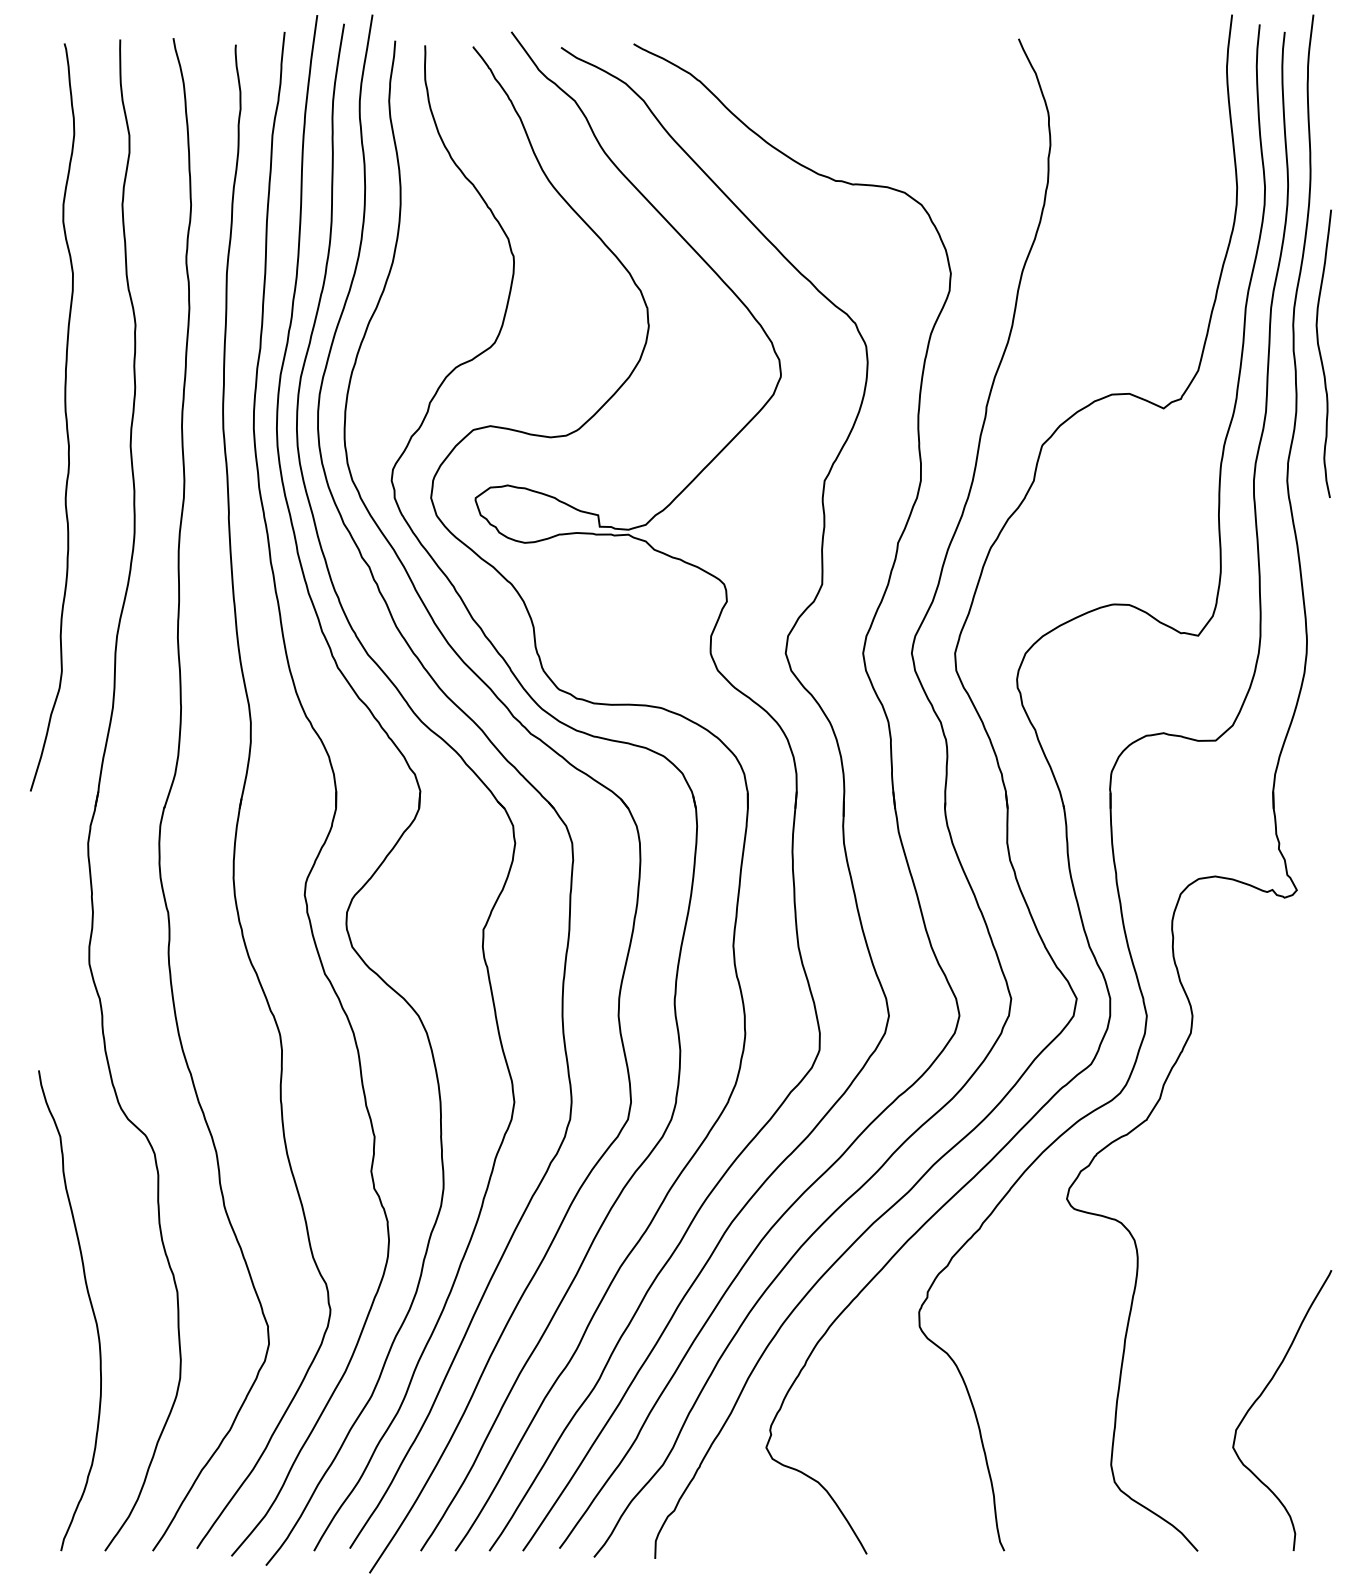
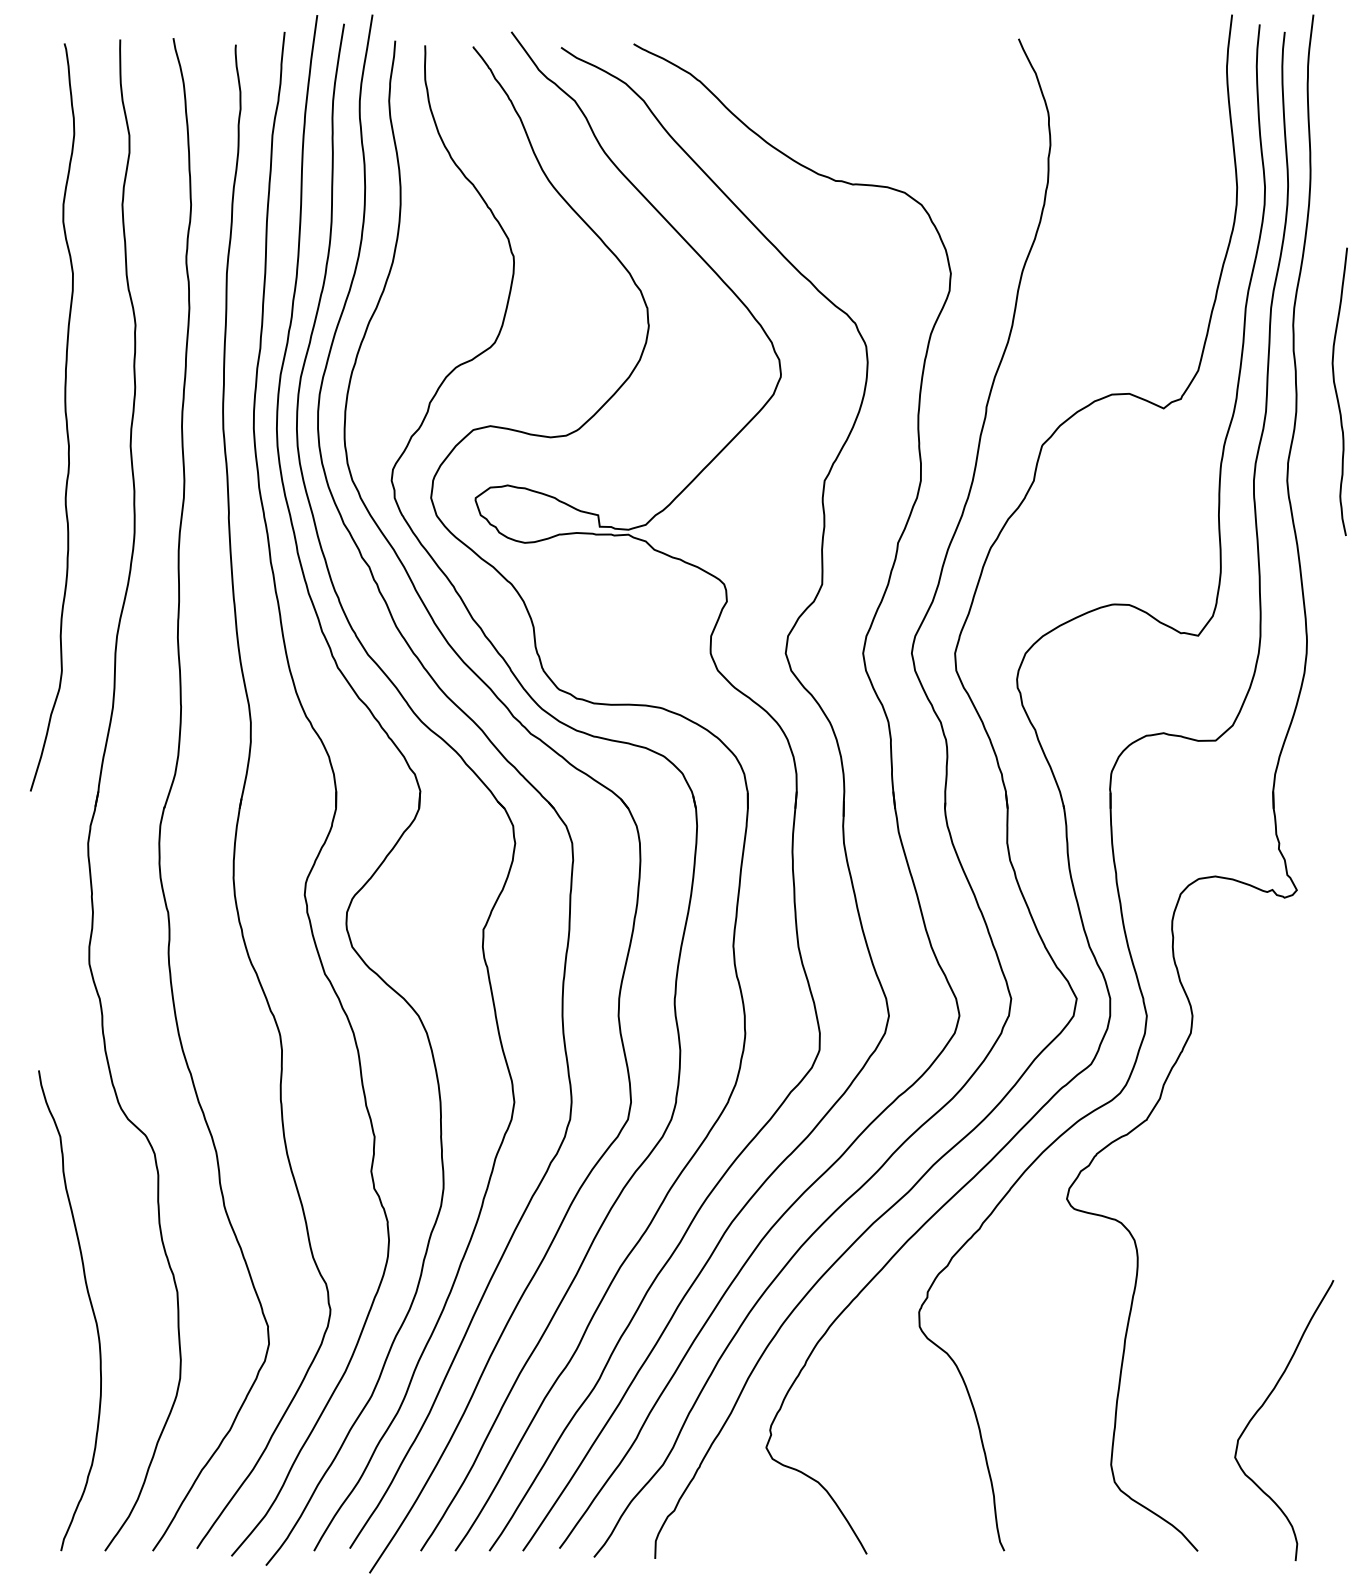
curve at (1321, 354) position: (1321, 354) -> (1337, 392)
curve at (1262, 1394) position: (1262, 1394) -> (1264, 1404)
